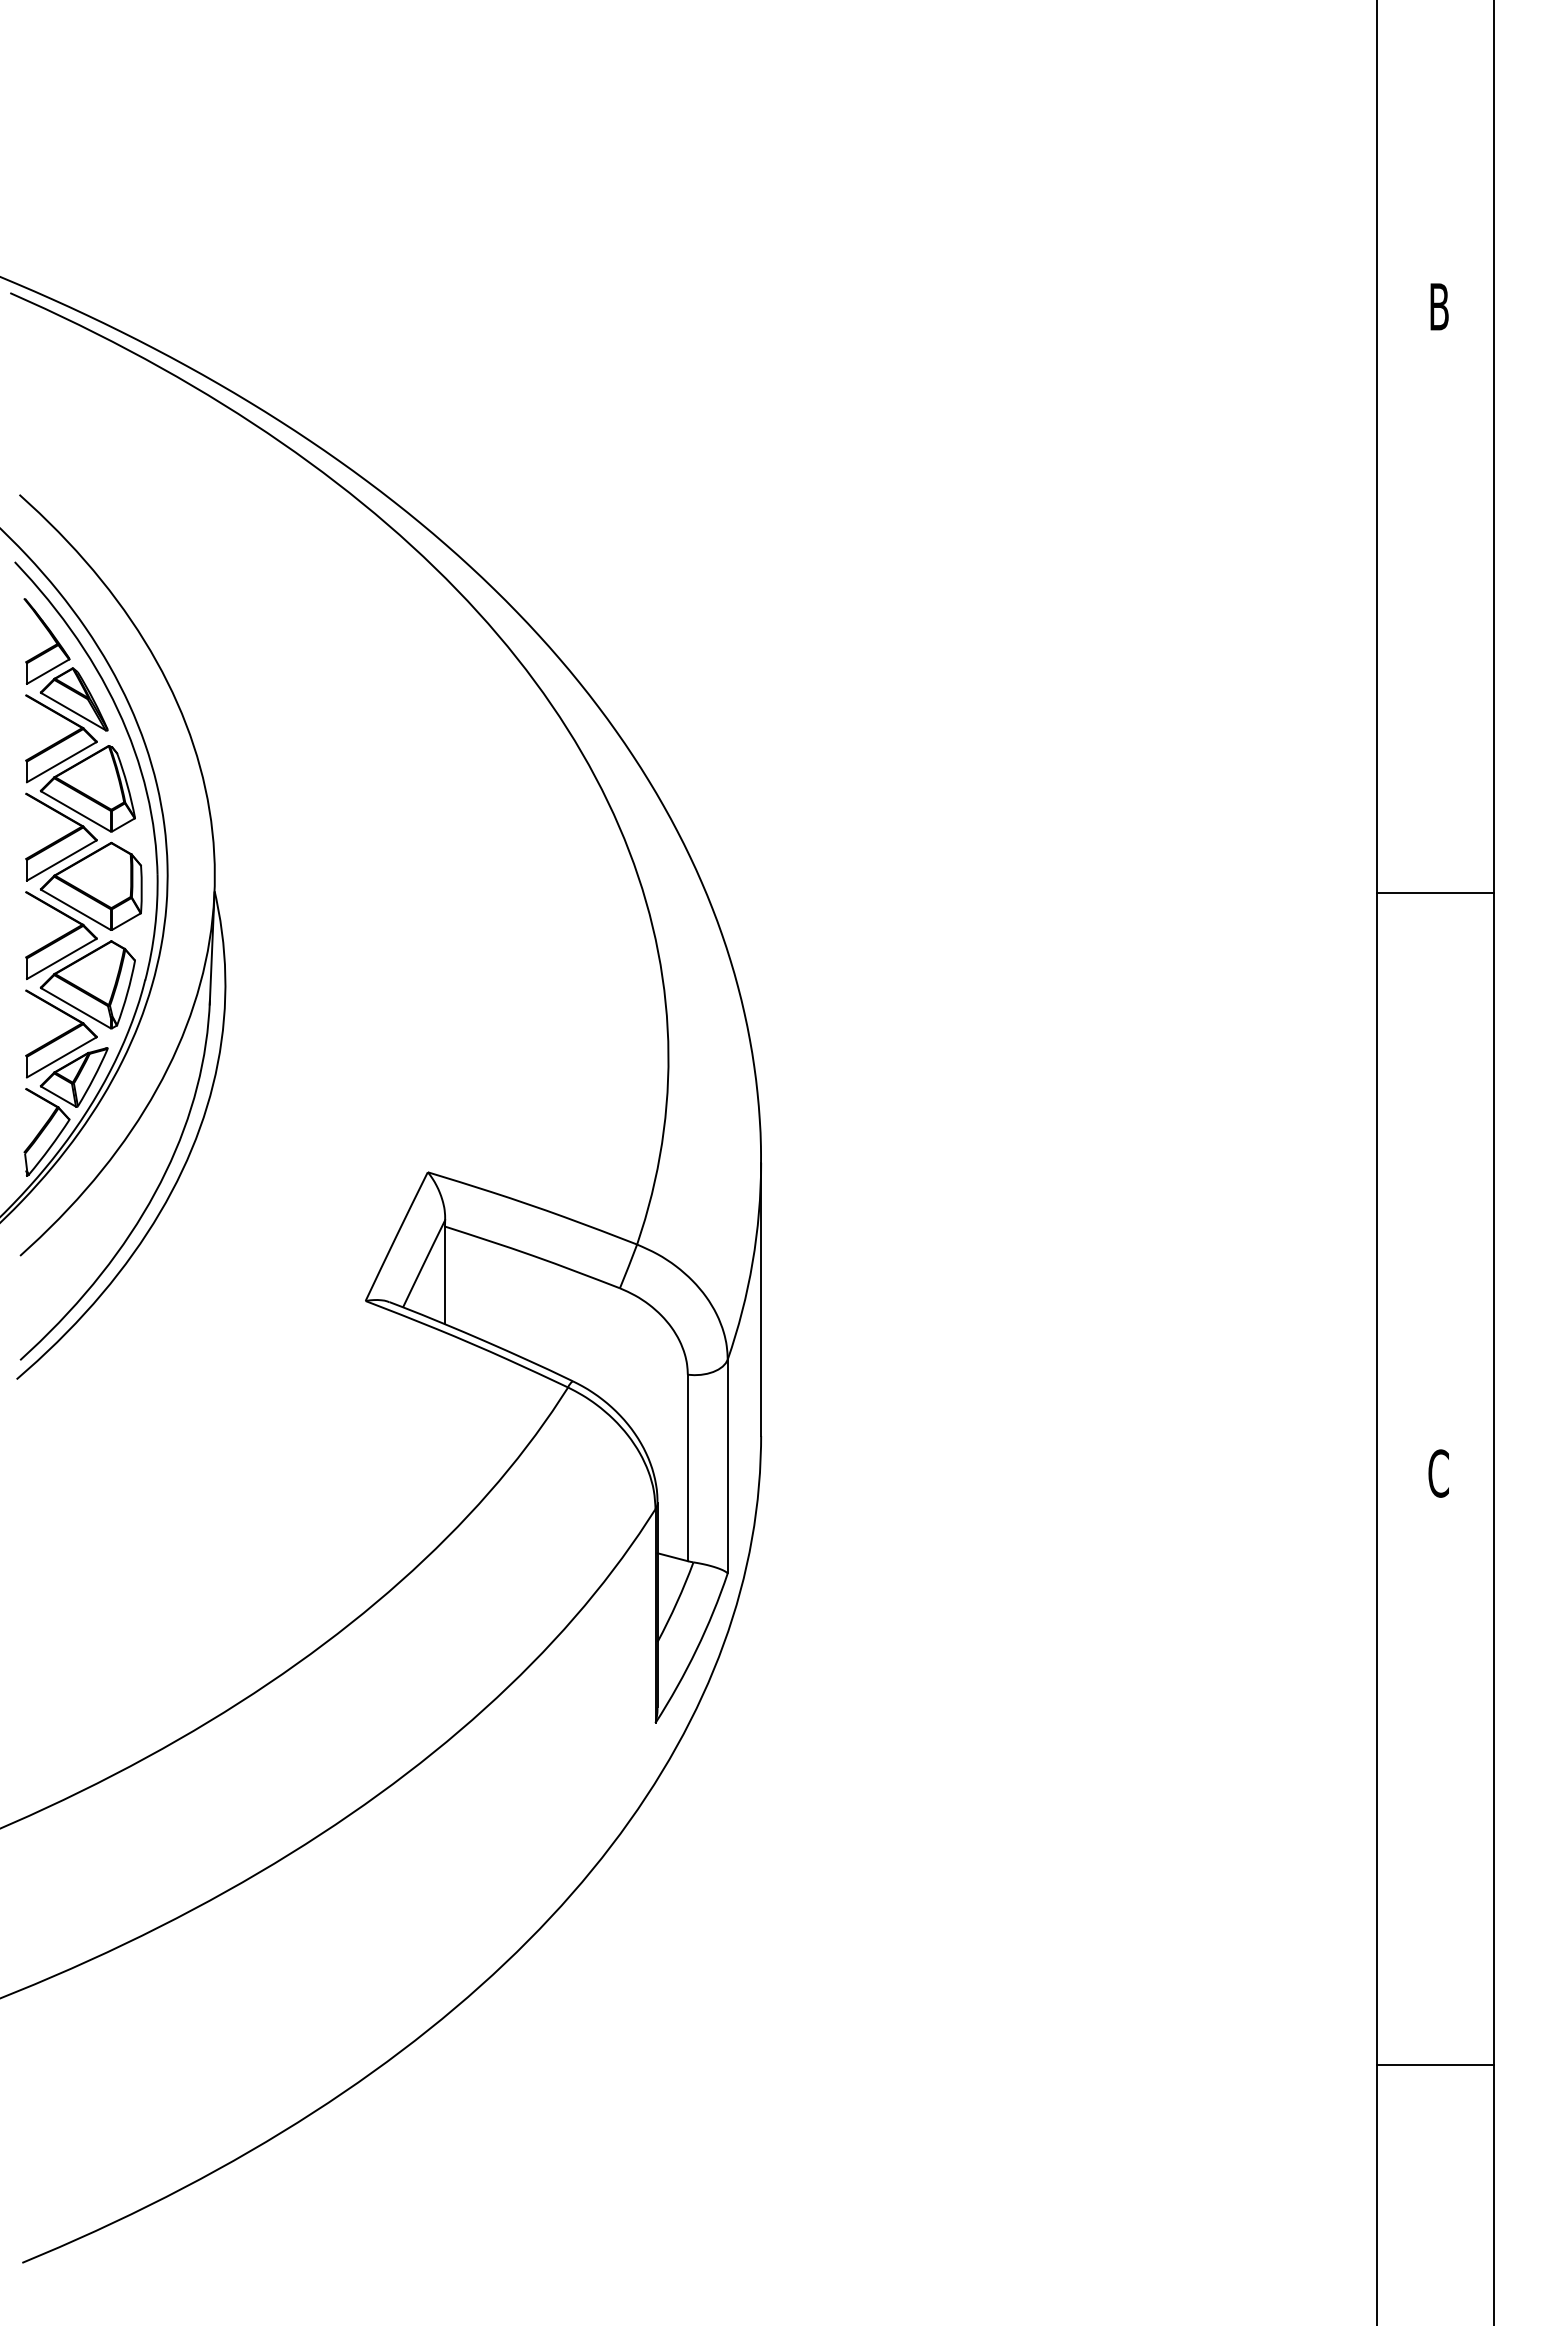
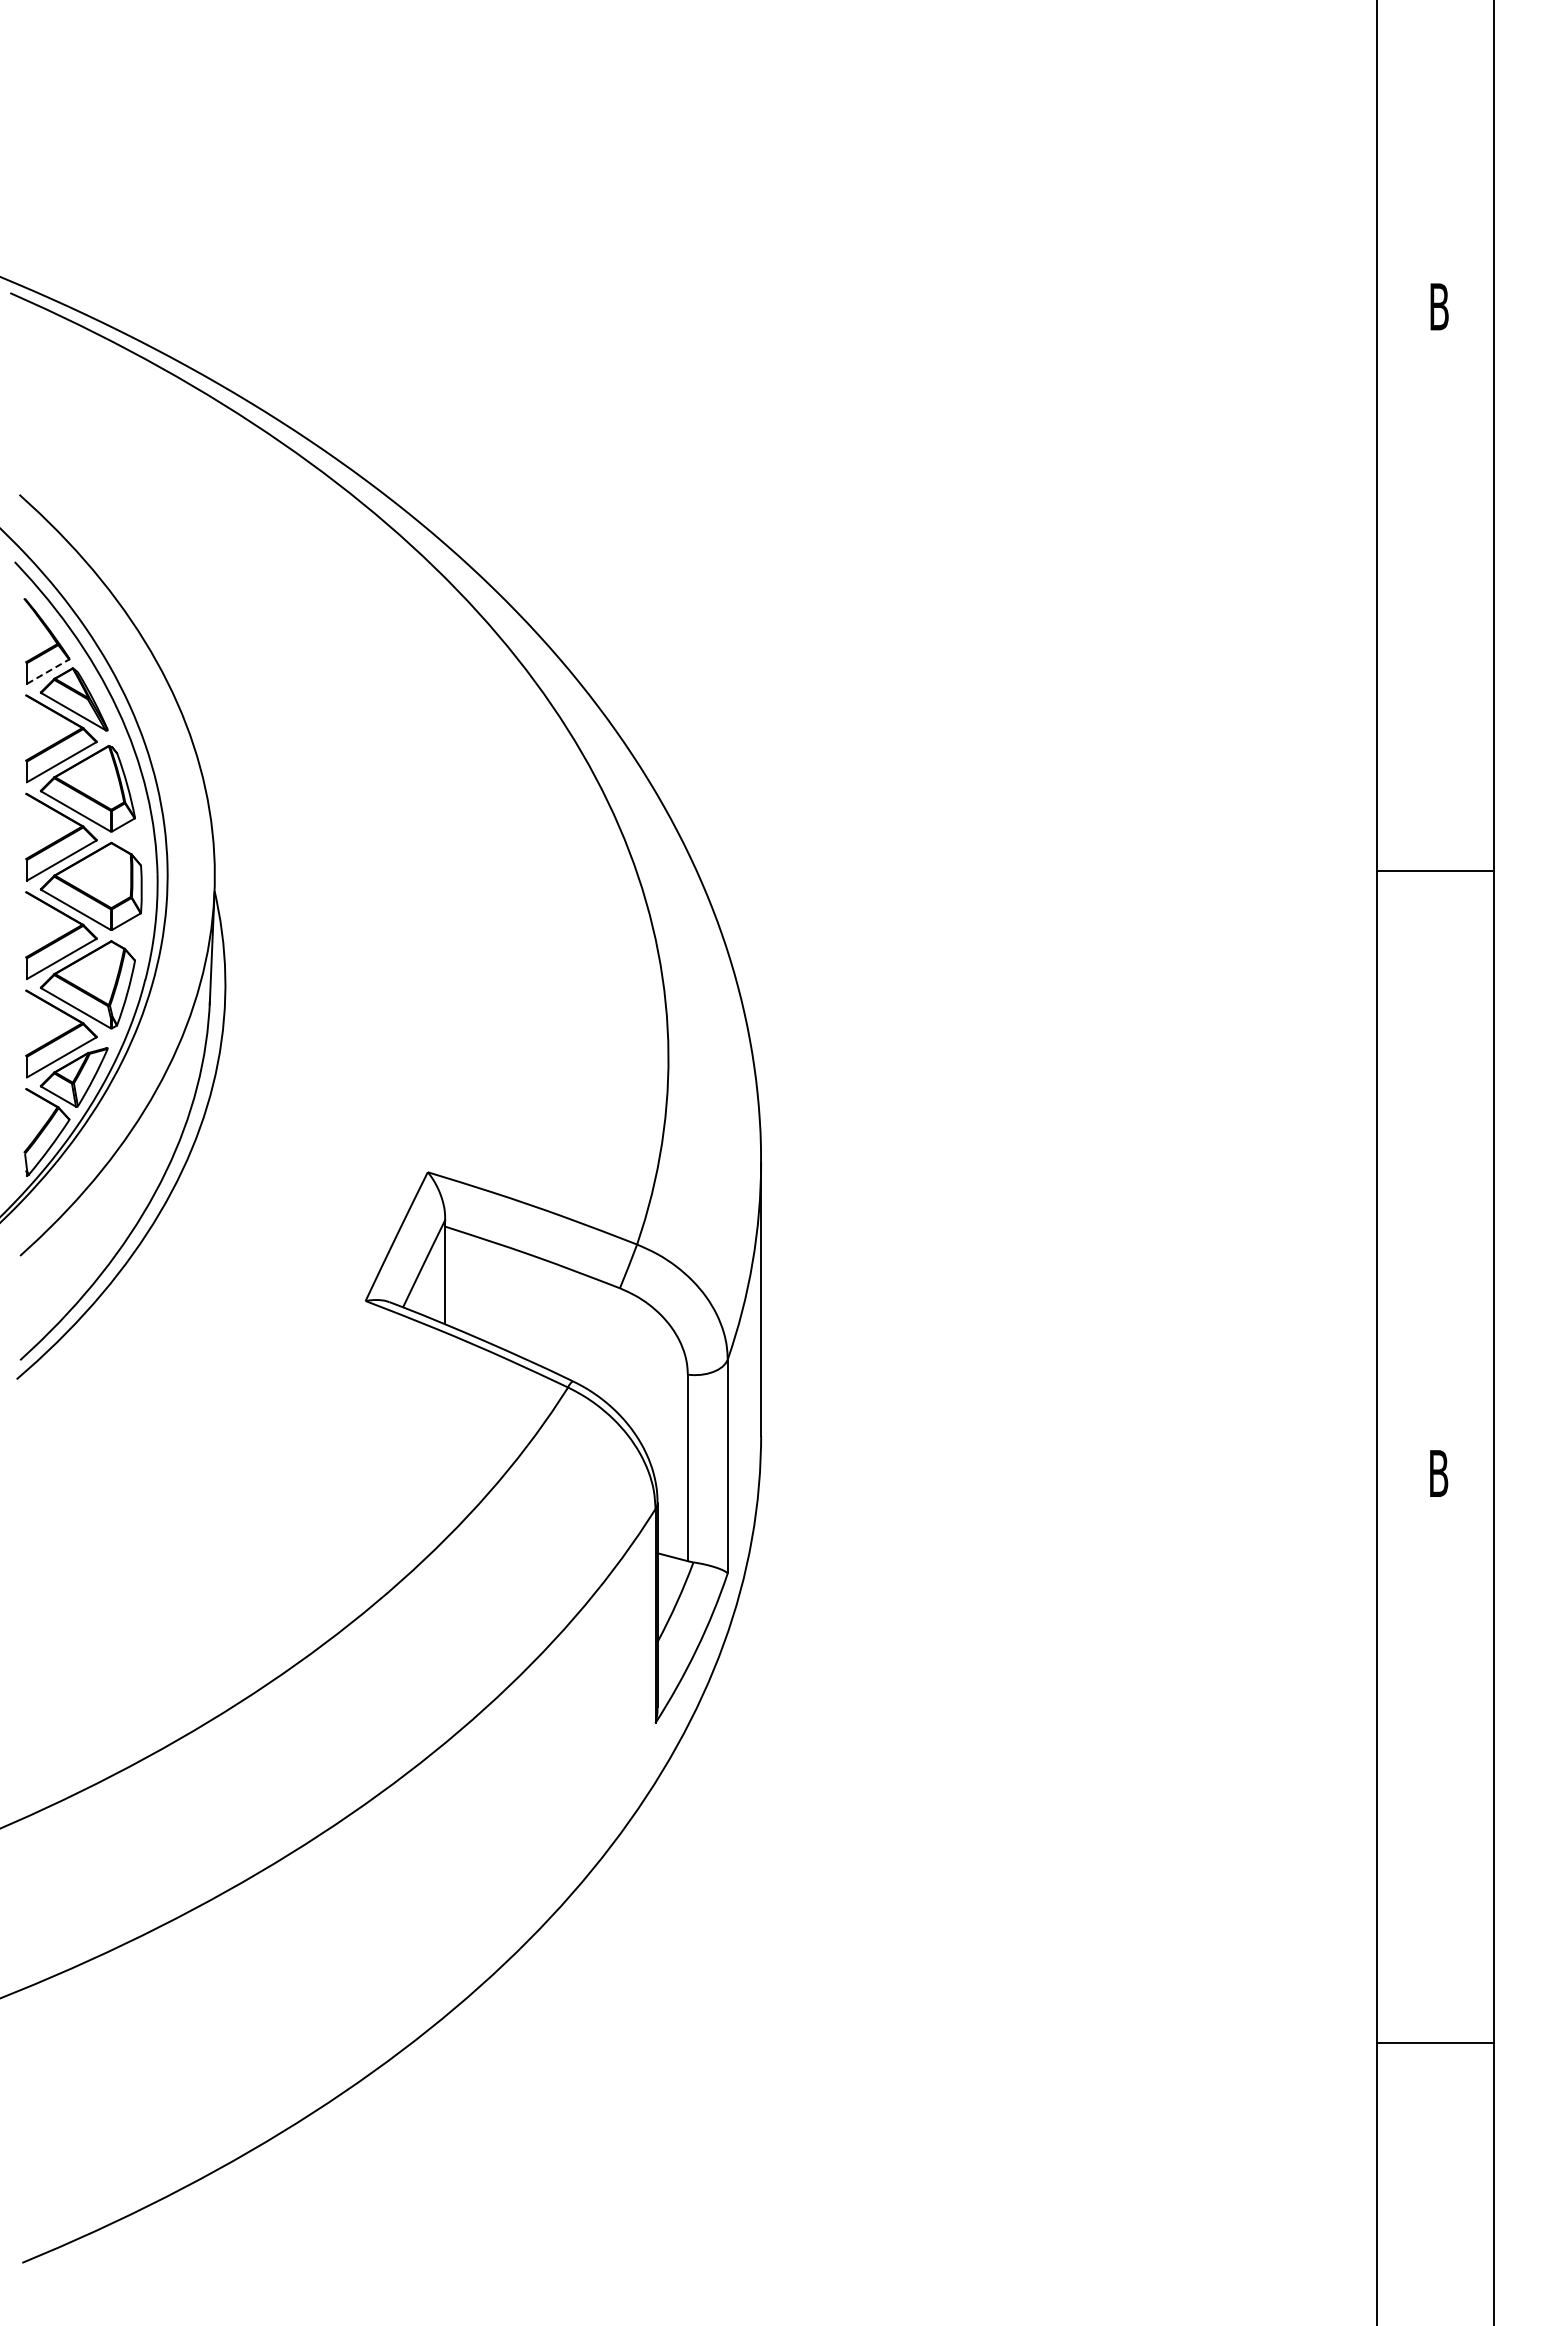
line at (48, 671): solid -> dashed
line at (1434, 893) position: (1434, 893) -> (1434, 871)
text at (1438, 1473): C -> B
line at (1434, 2064) position: (1434, 2064) -> (1434, 2042)
